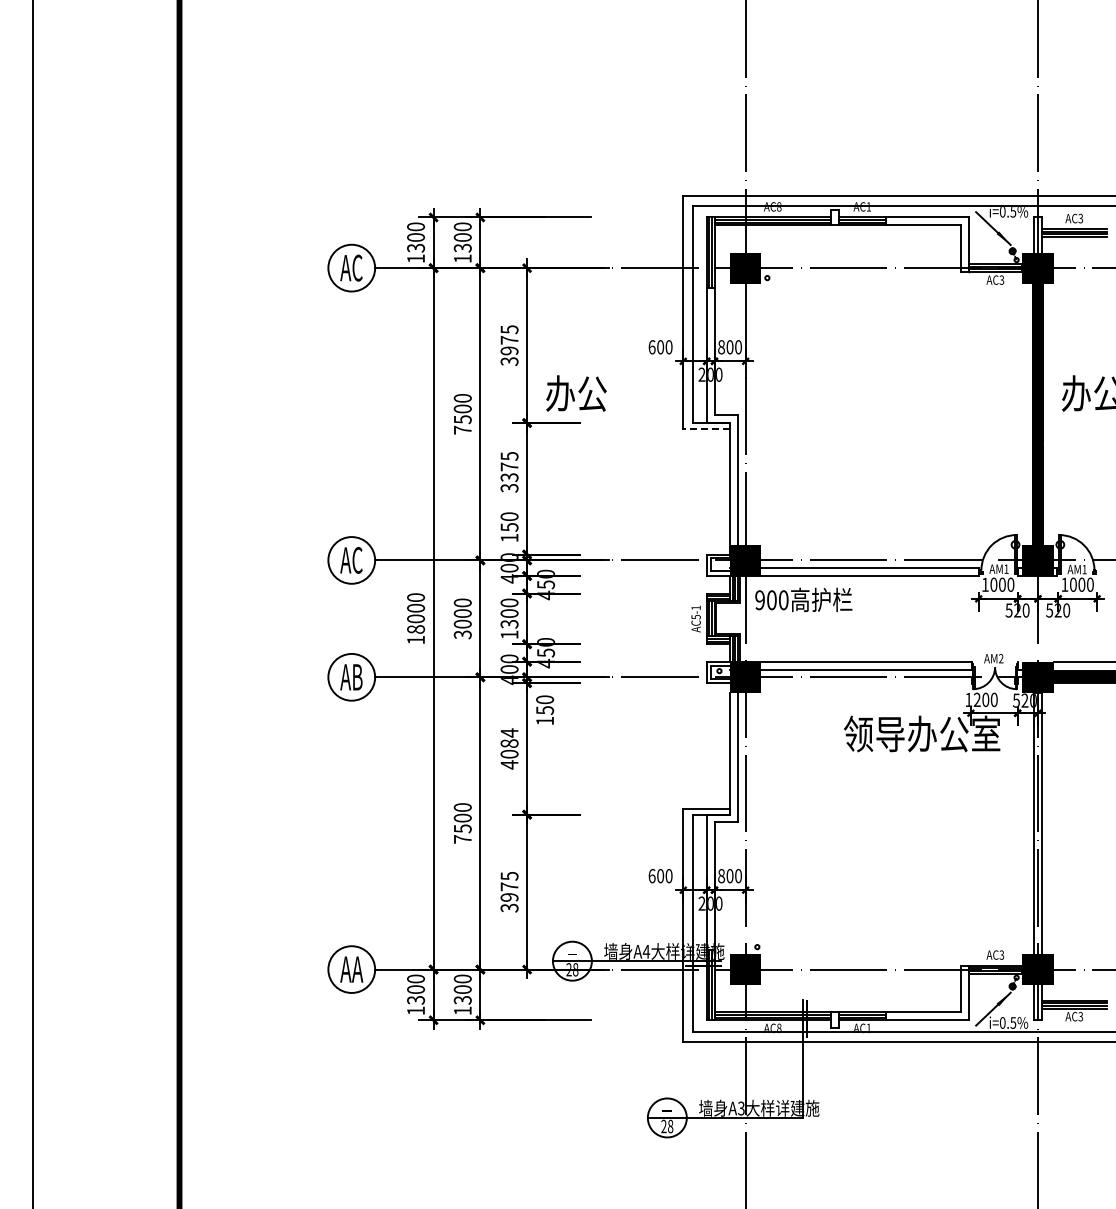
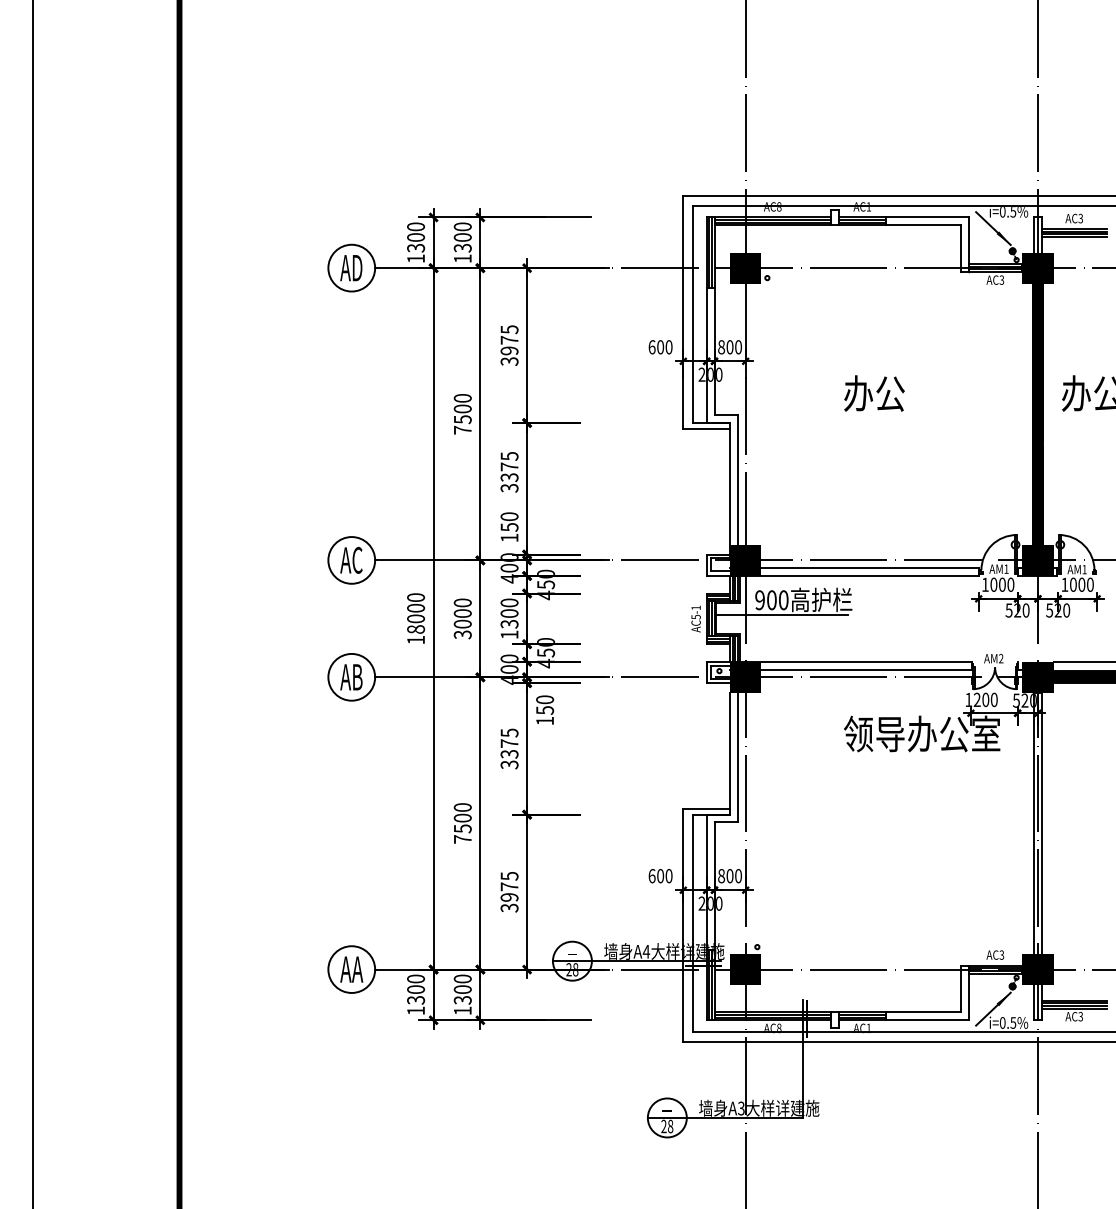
text at (352, 267): AC -> AD
text at (576, 393) position: (576, 393) -> (874, 393)
line at (706, 428): dashed -> solid
line at (782, 614): none -> present
text at (509, 748): 4084 -> 3375
